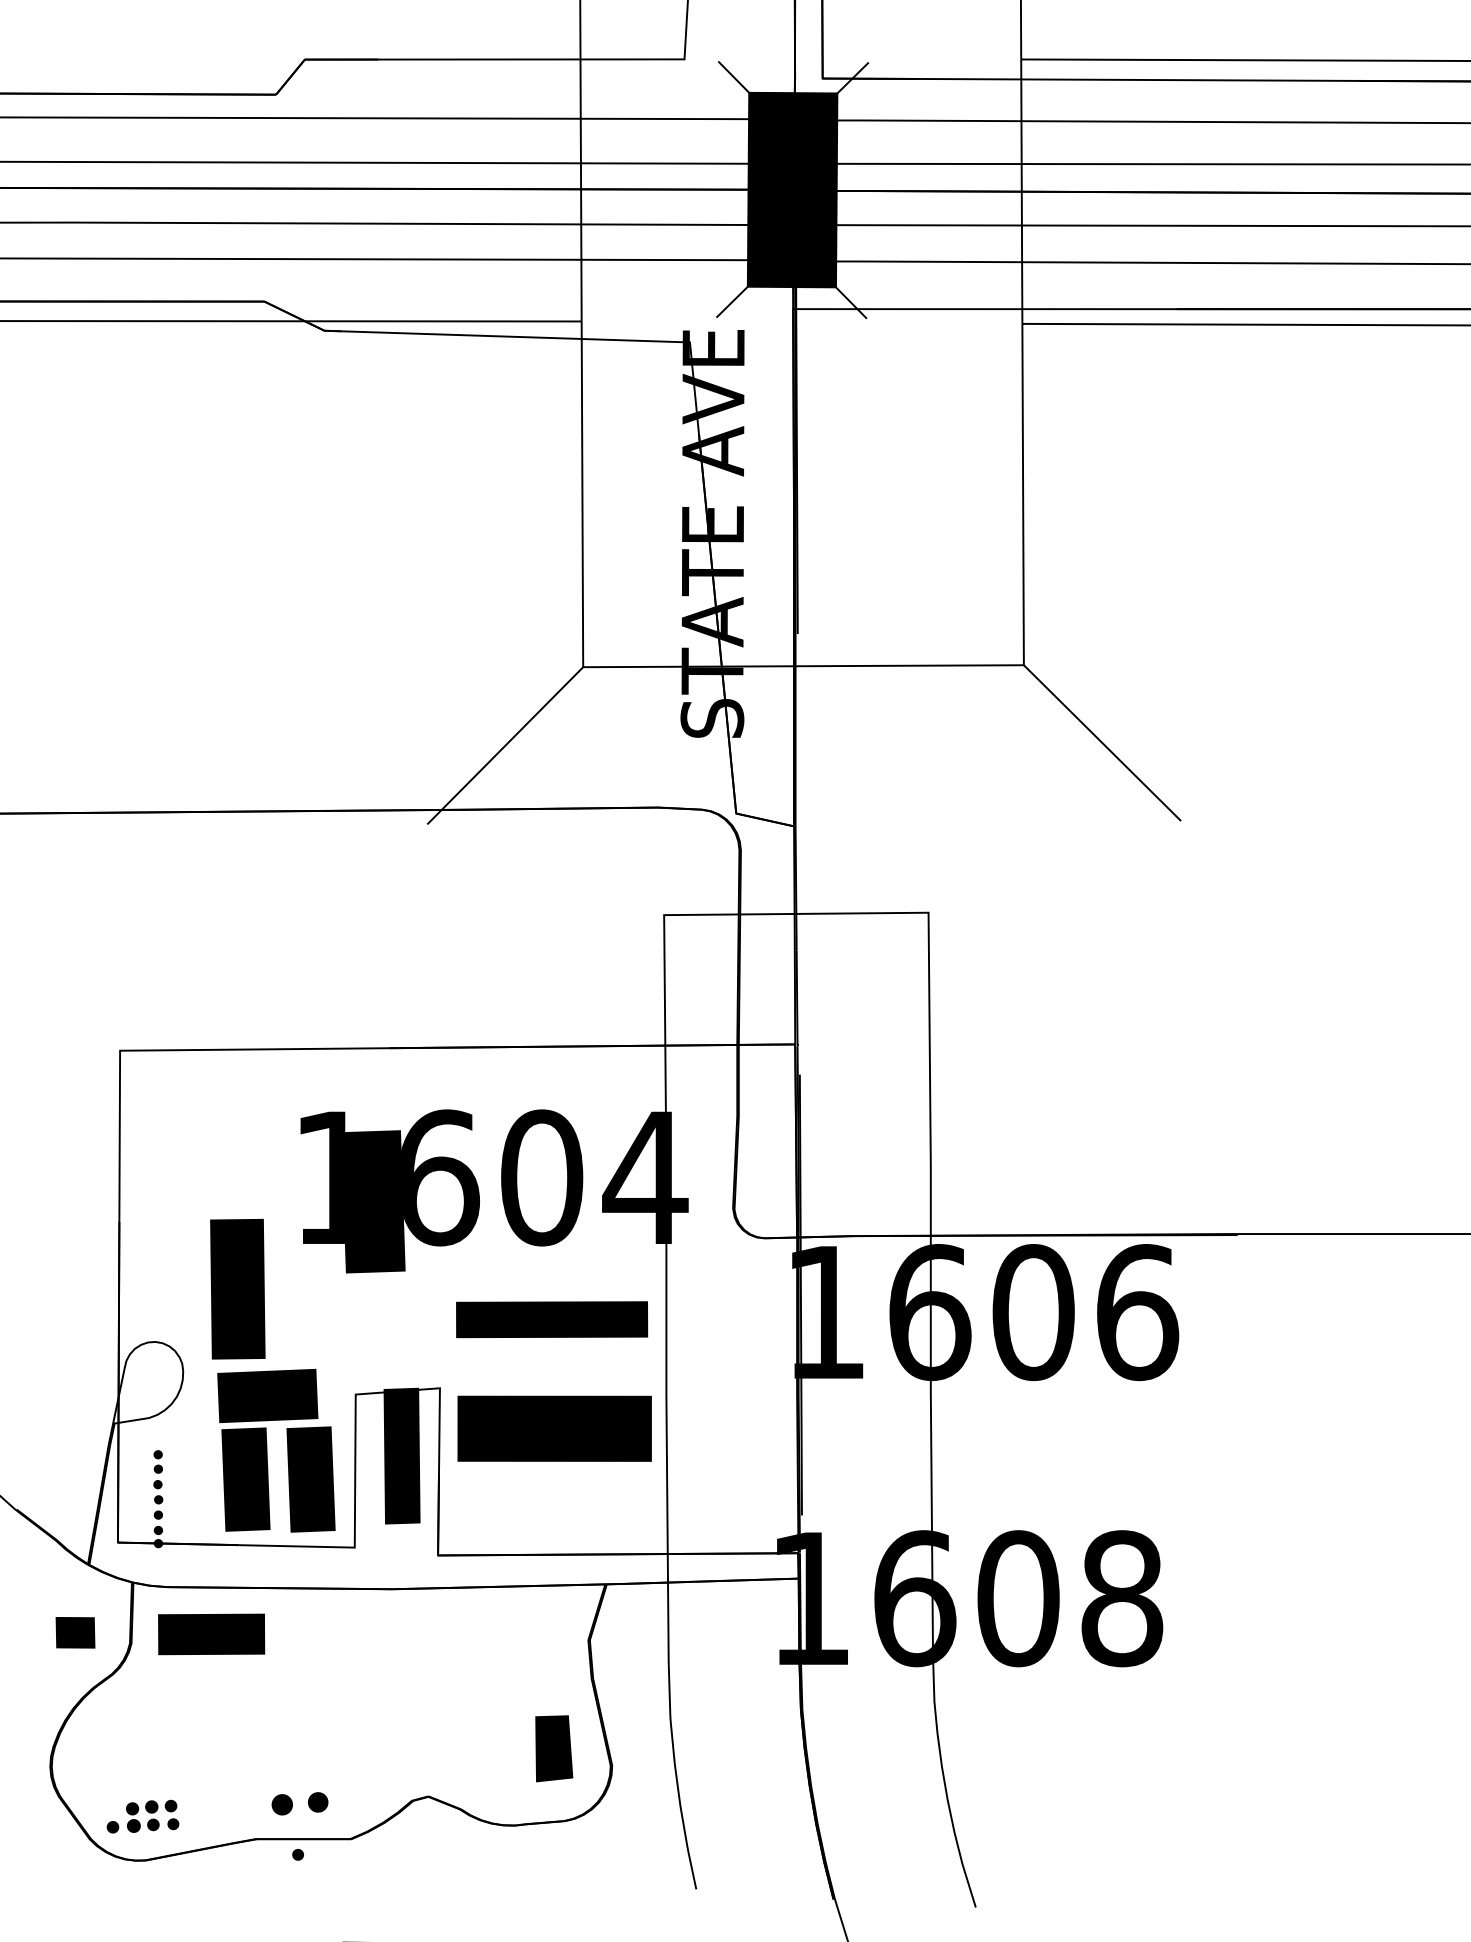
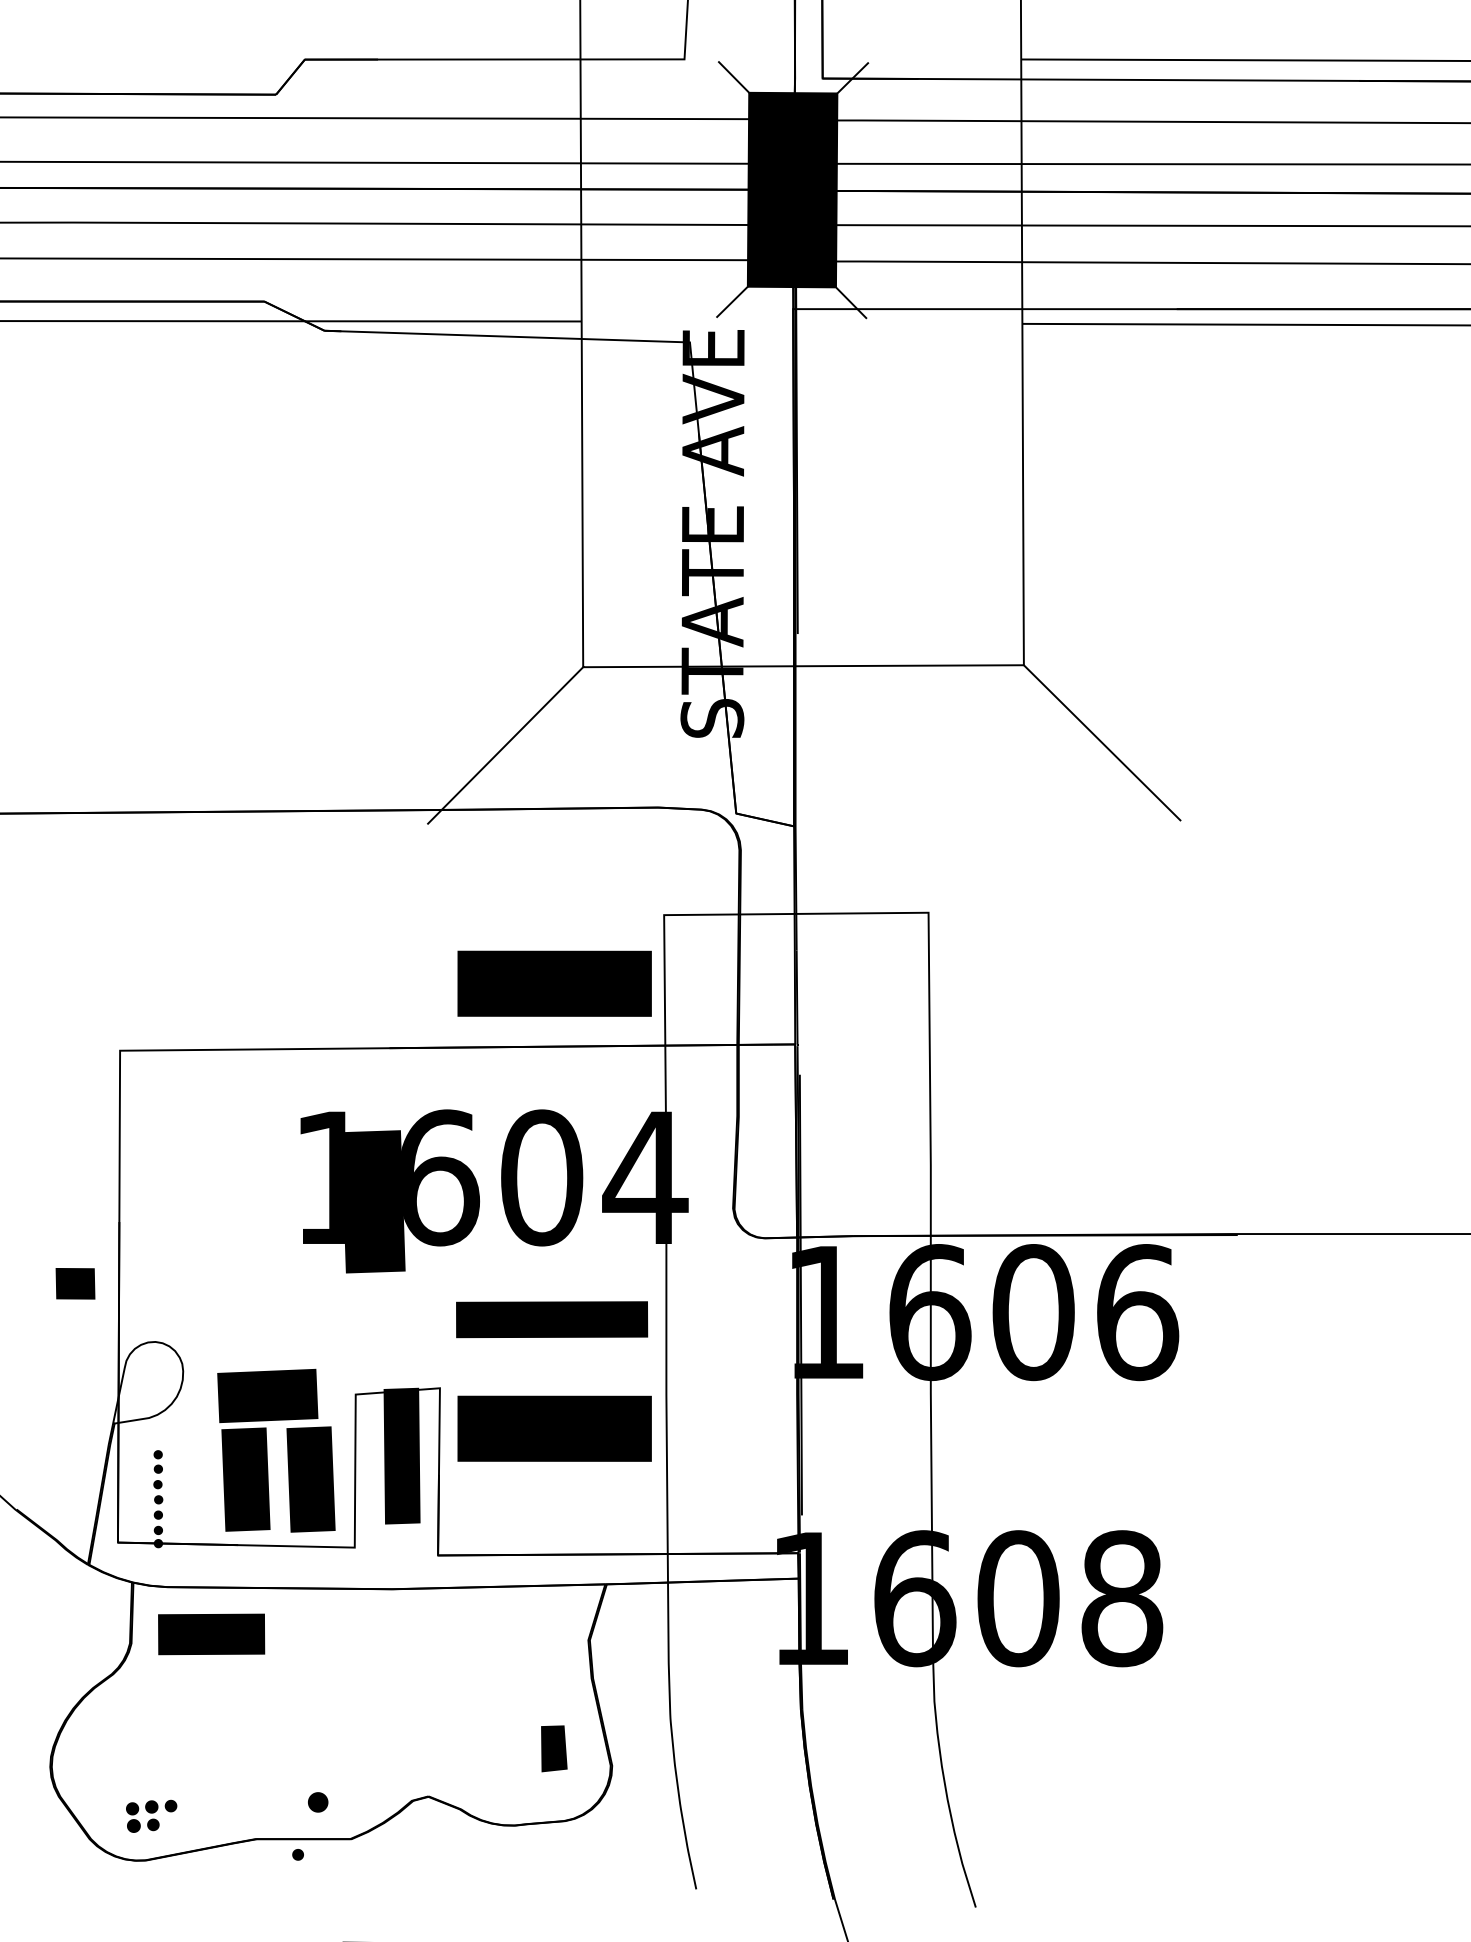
part at (554, 983): none -> present
part at (237, 1288): present -> none
part at (75, 1632) position: (75, 1632) -> (75, 1283)
part at (554, 1748) size: 39x68 px -> 27x48 px
fill at (282, 1804): present -> none
fill at (173, 1824): present -> none
fill at (112, 1826): present -> none
